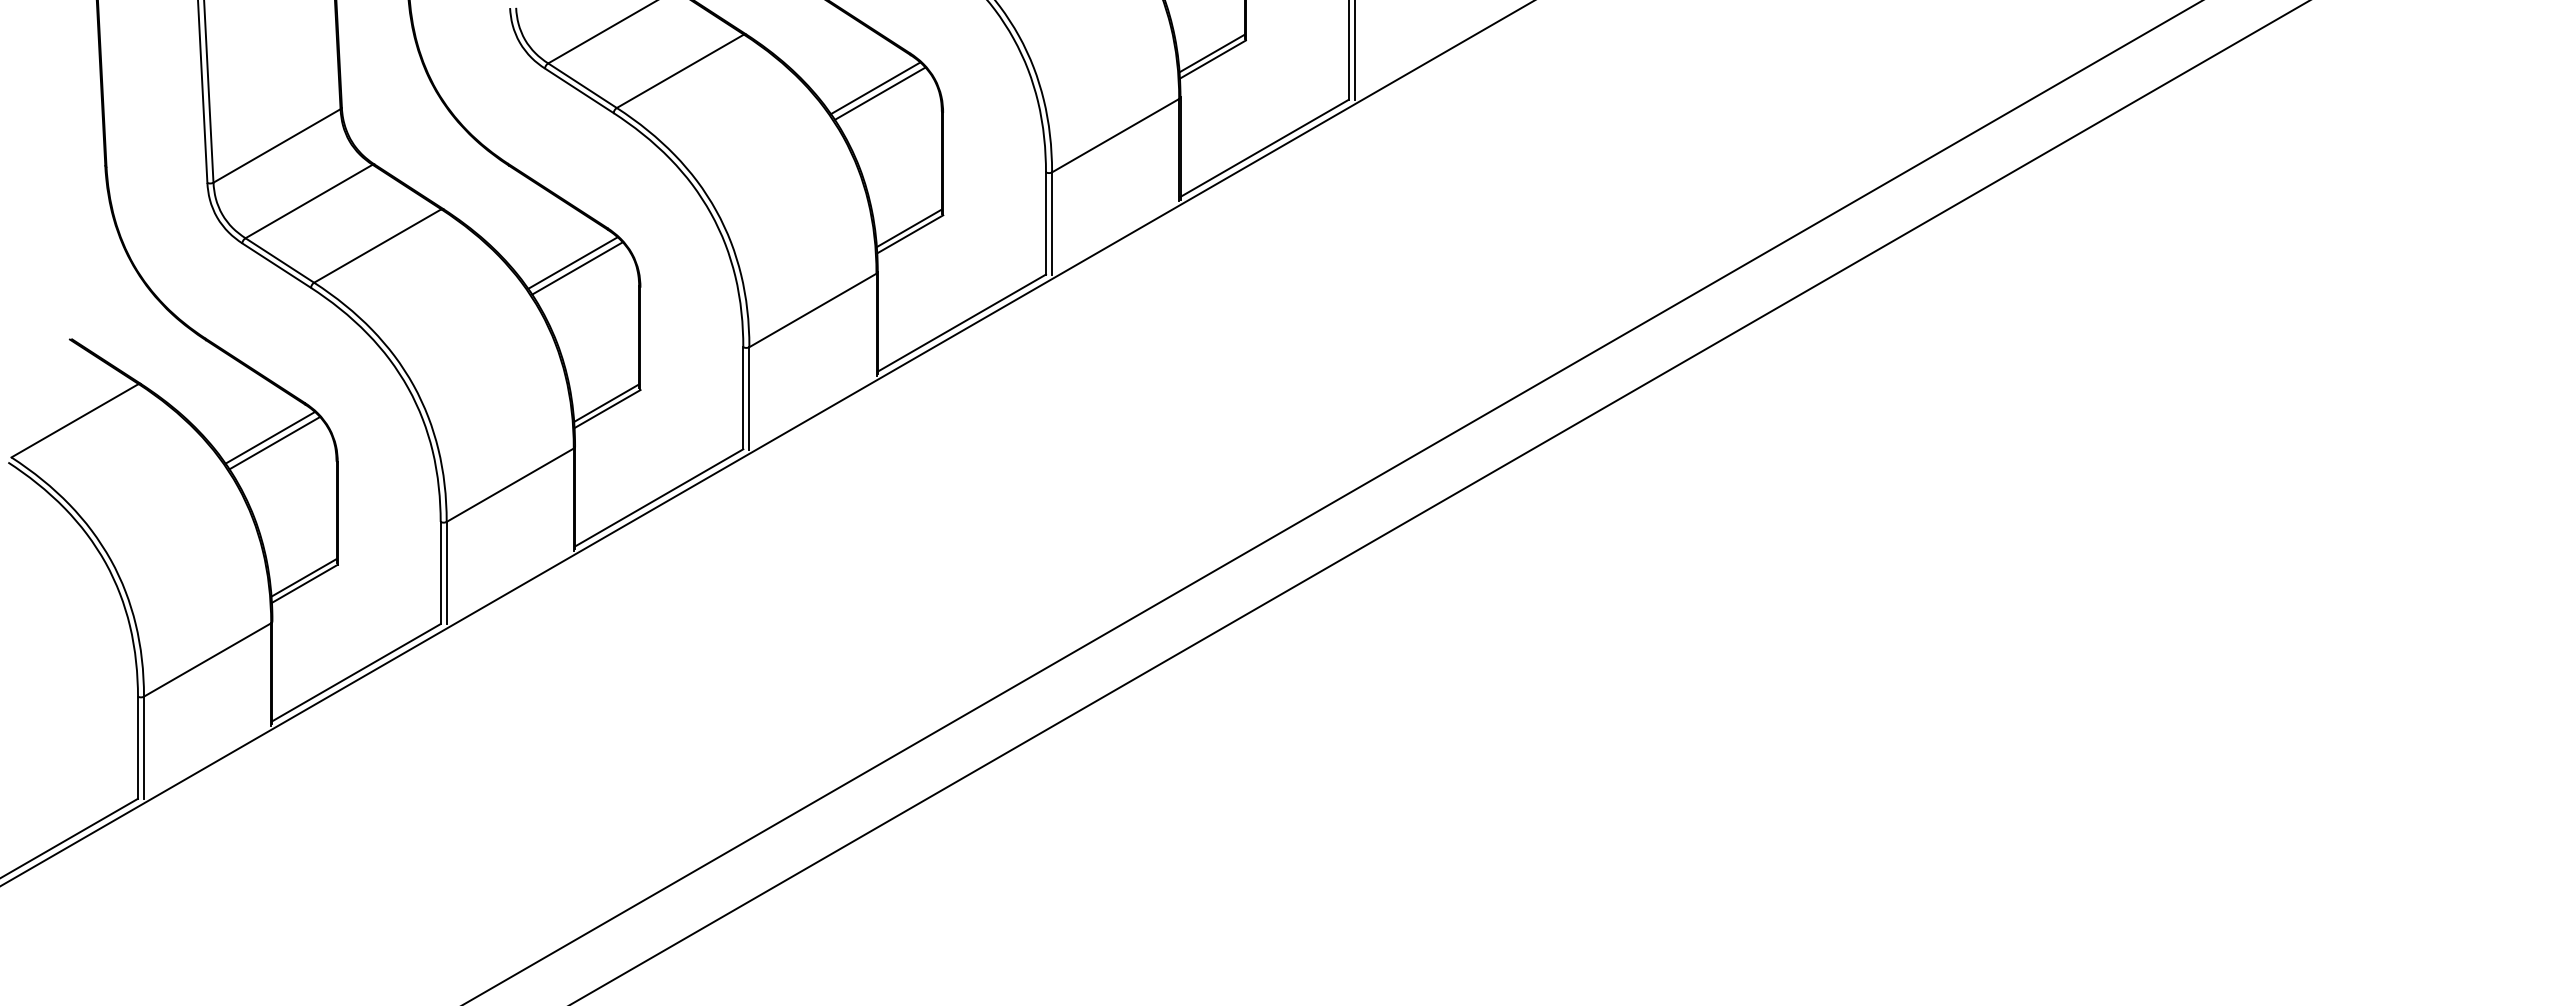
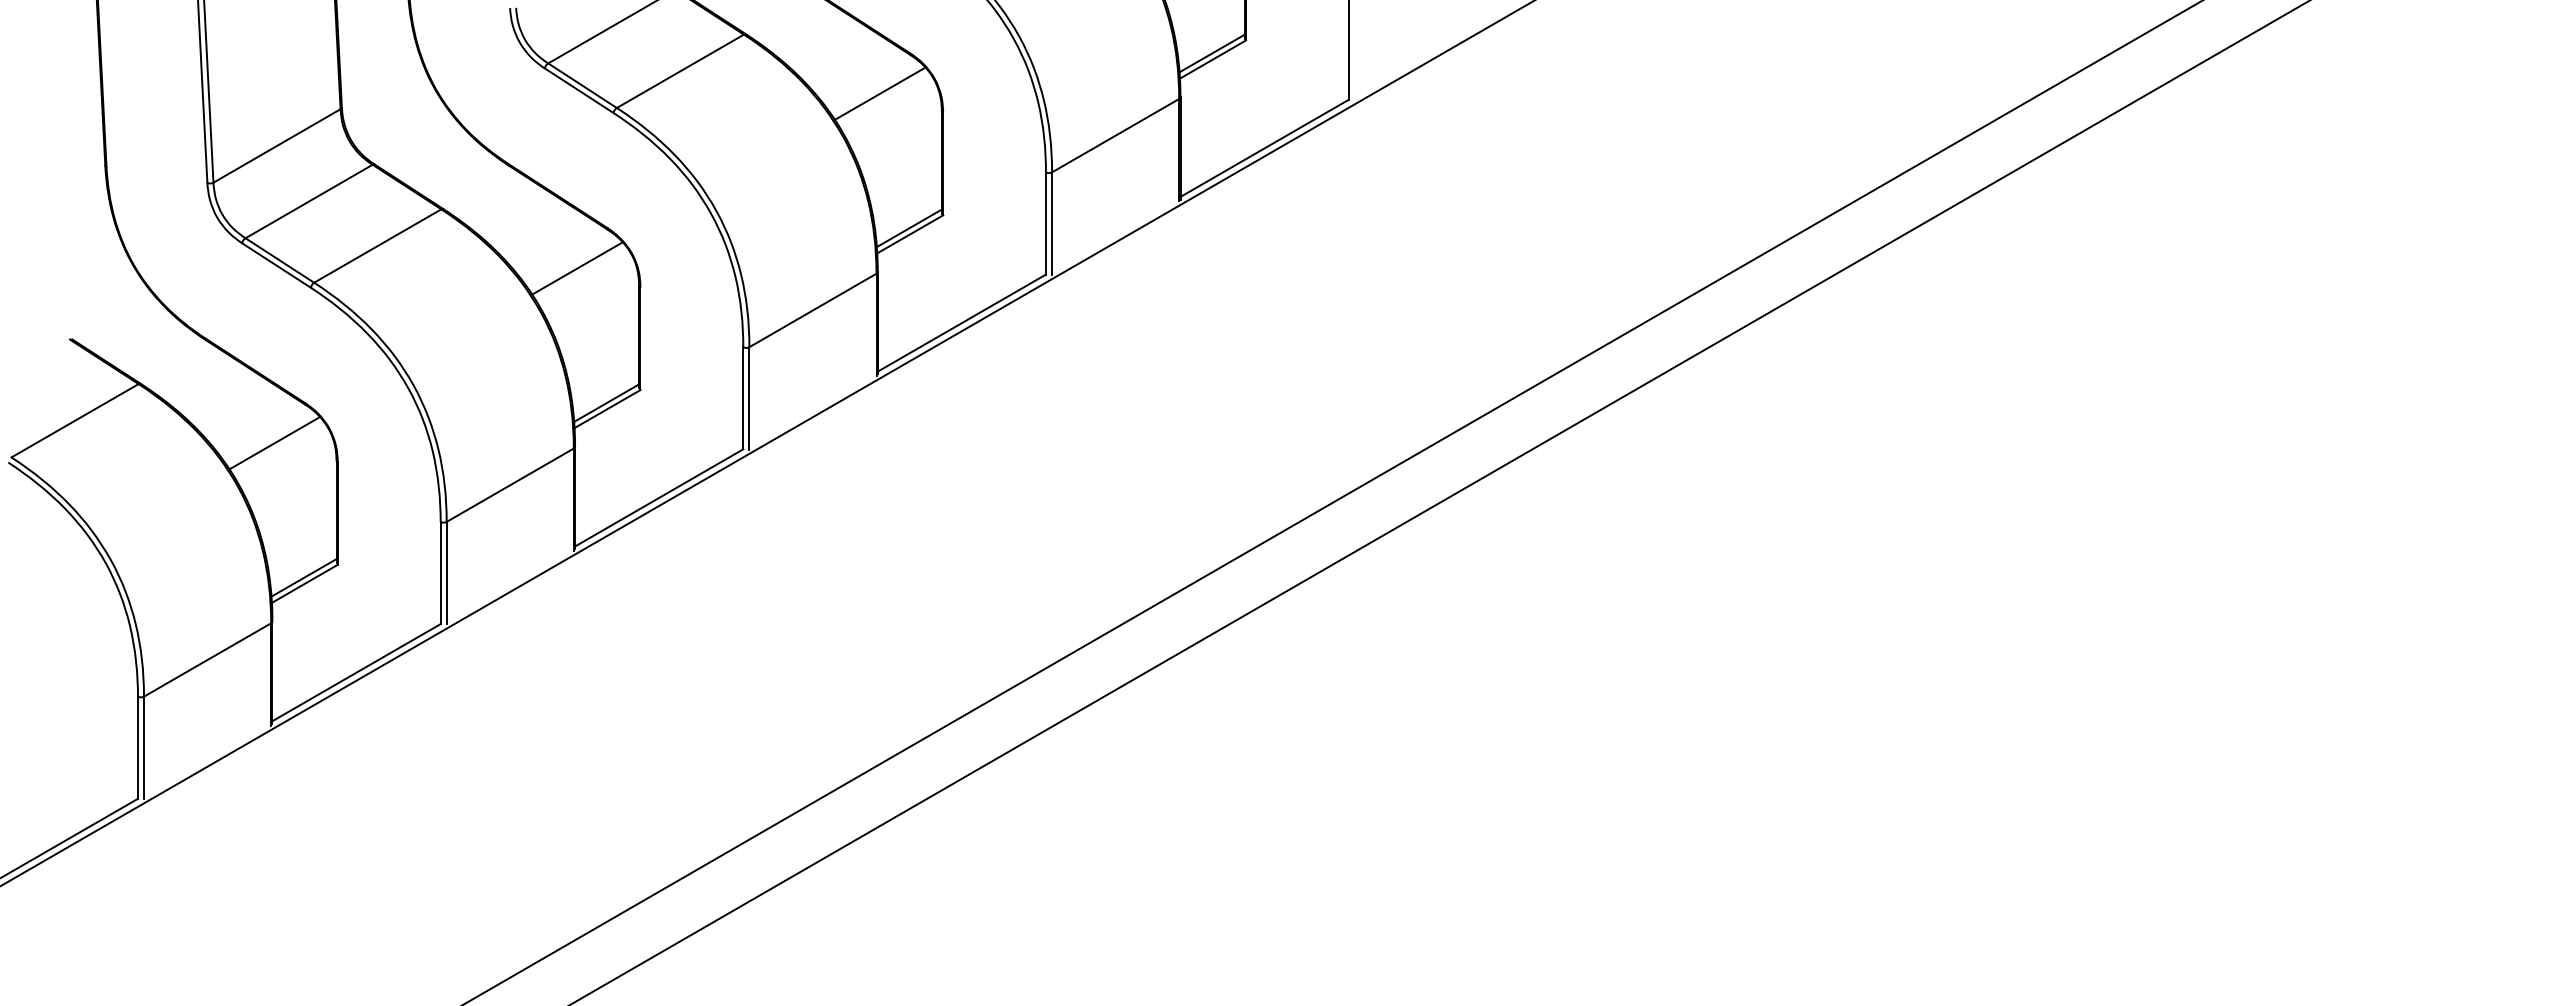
line at (1354, 51): present -> none
line at (875, 88): present -> none
line at (572, 262): present -> none
line at (270, 437): present -> none
